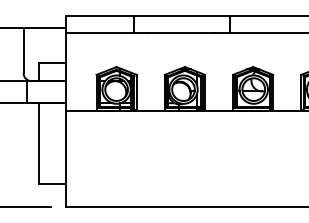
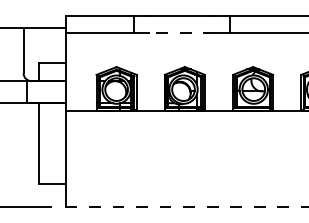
line at (181, 33): solid -> dashed
line at (187, 206): solid -> dashed
